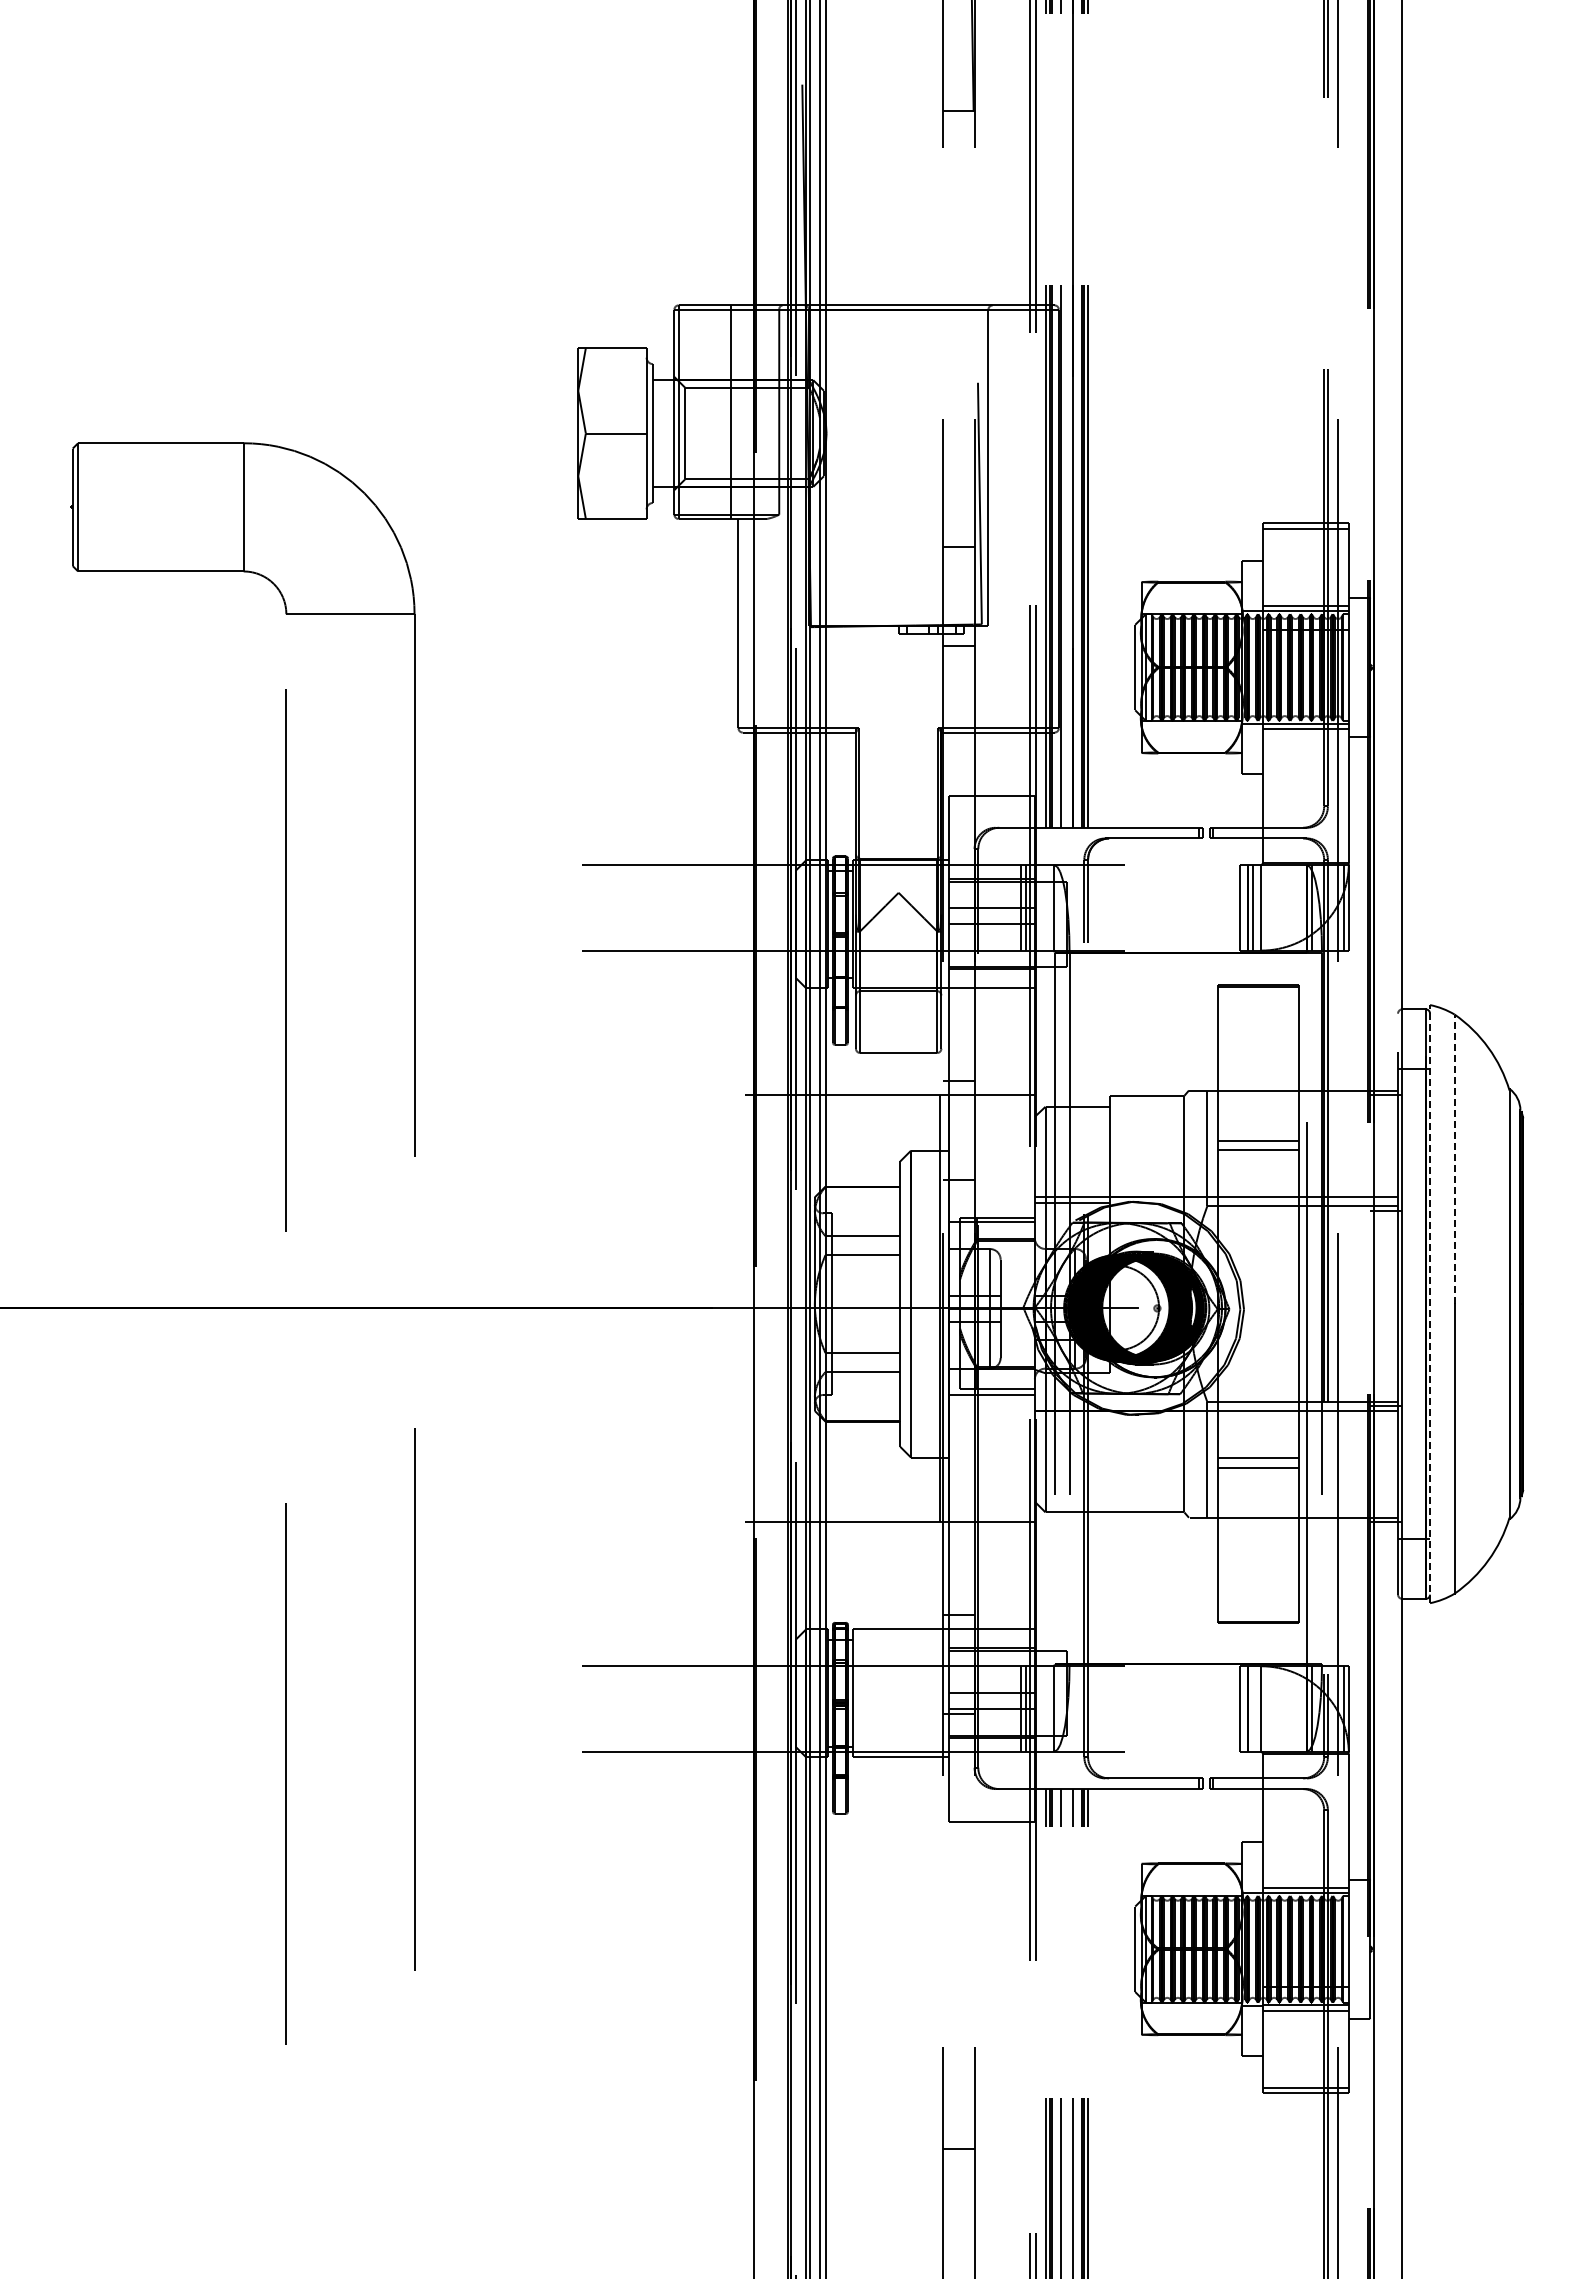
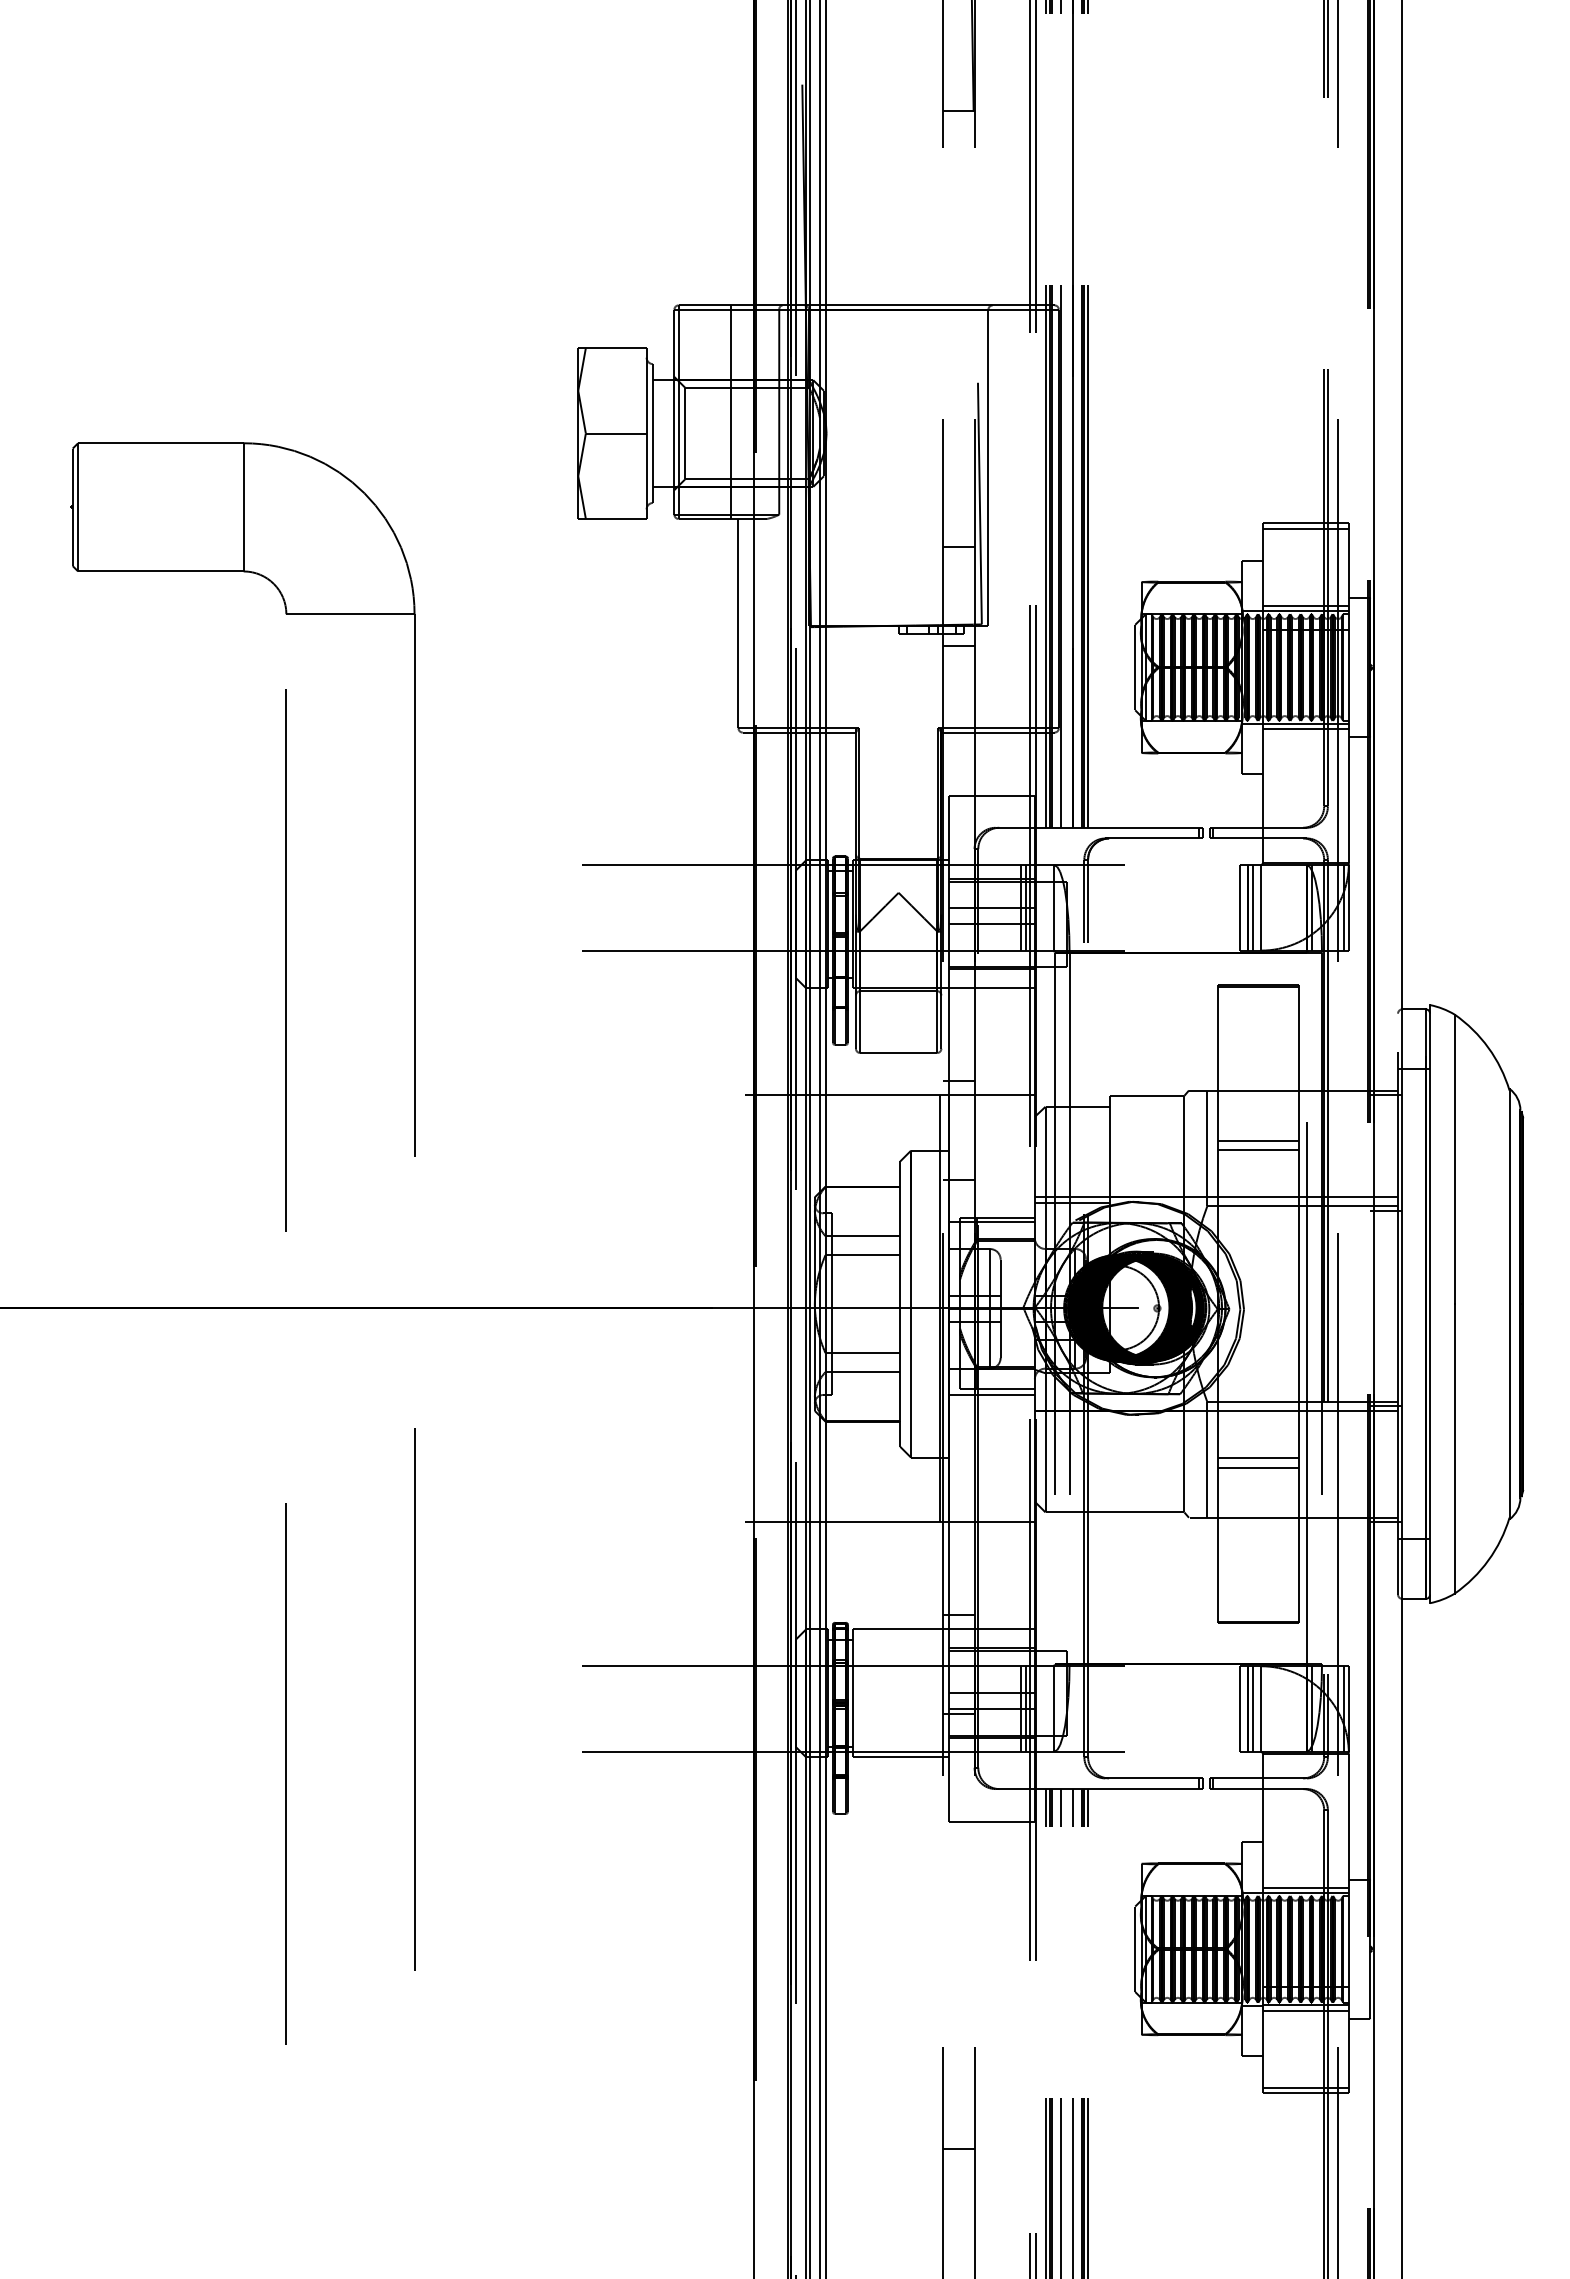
line at (1454, 1159): dashed -> solid
line at (1430, 1303): dashed -> solid
line at (1252, 1708): none -> present
